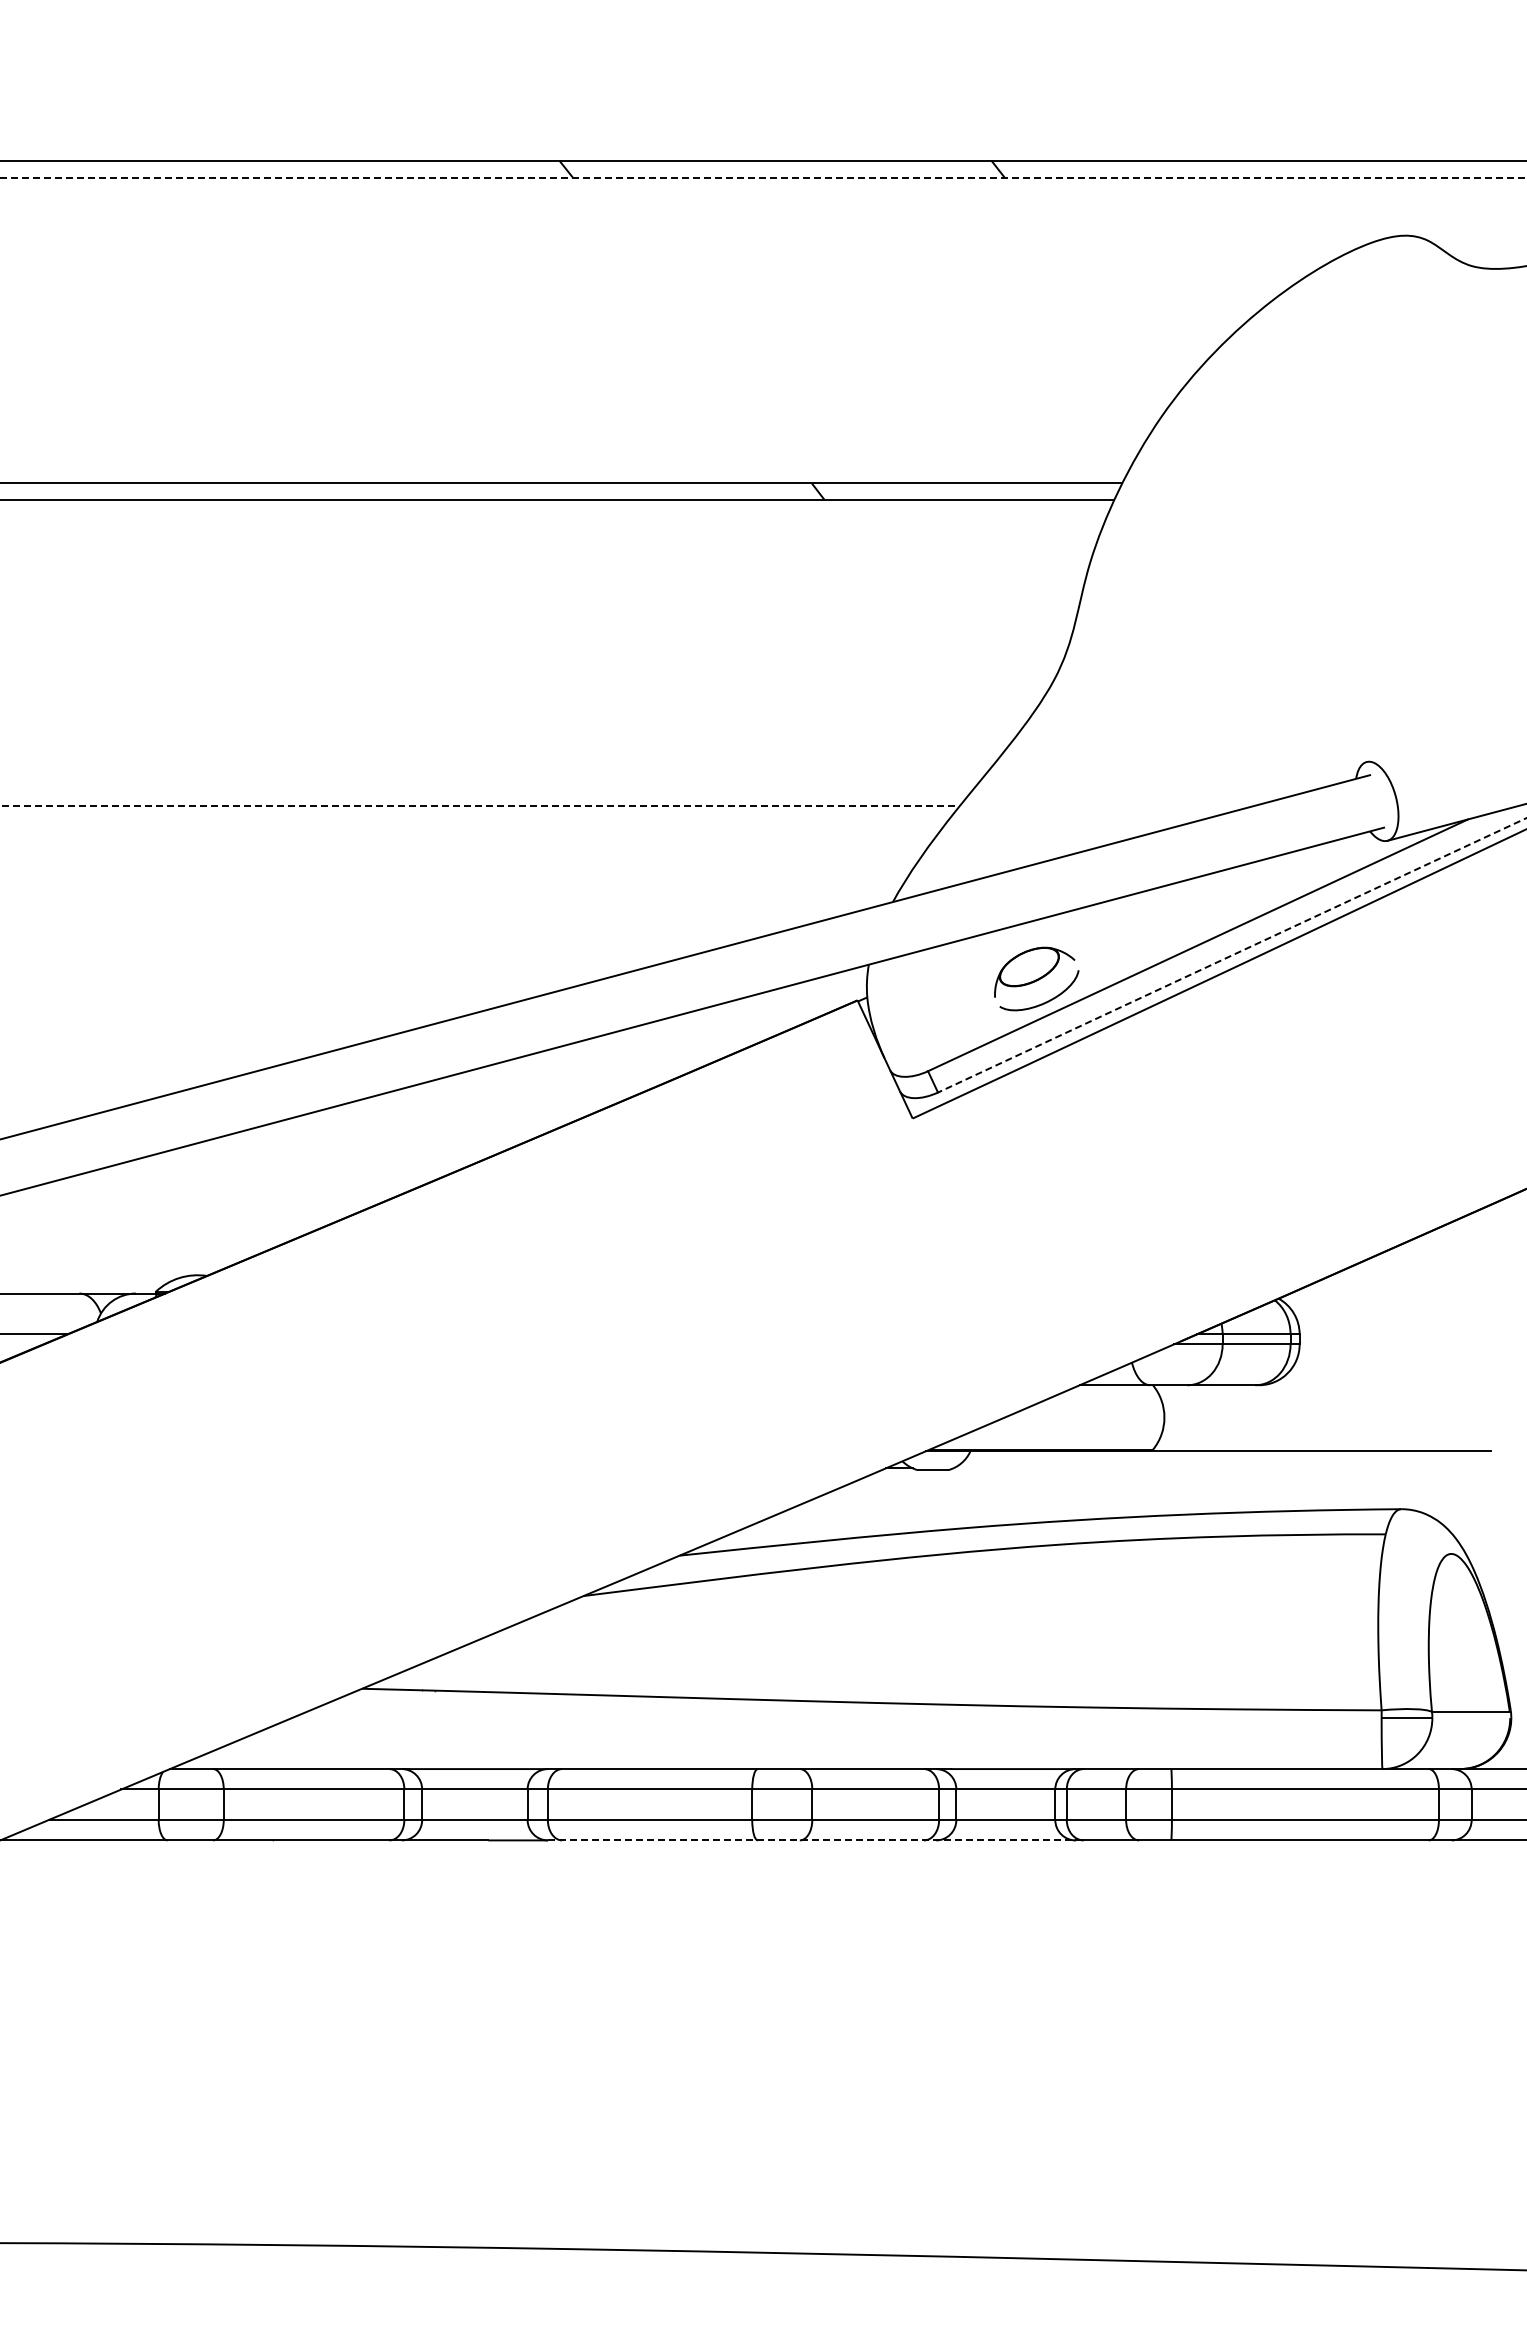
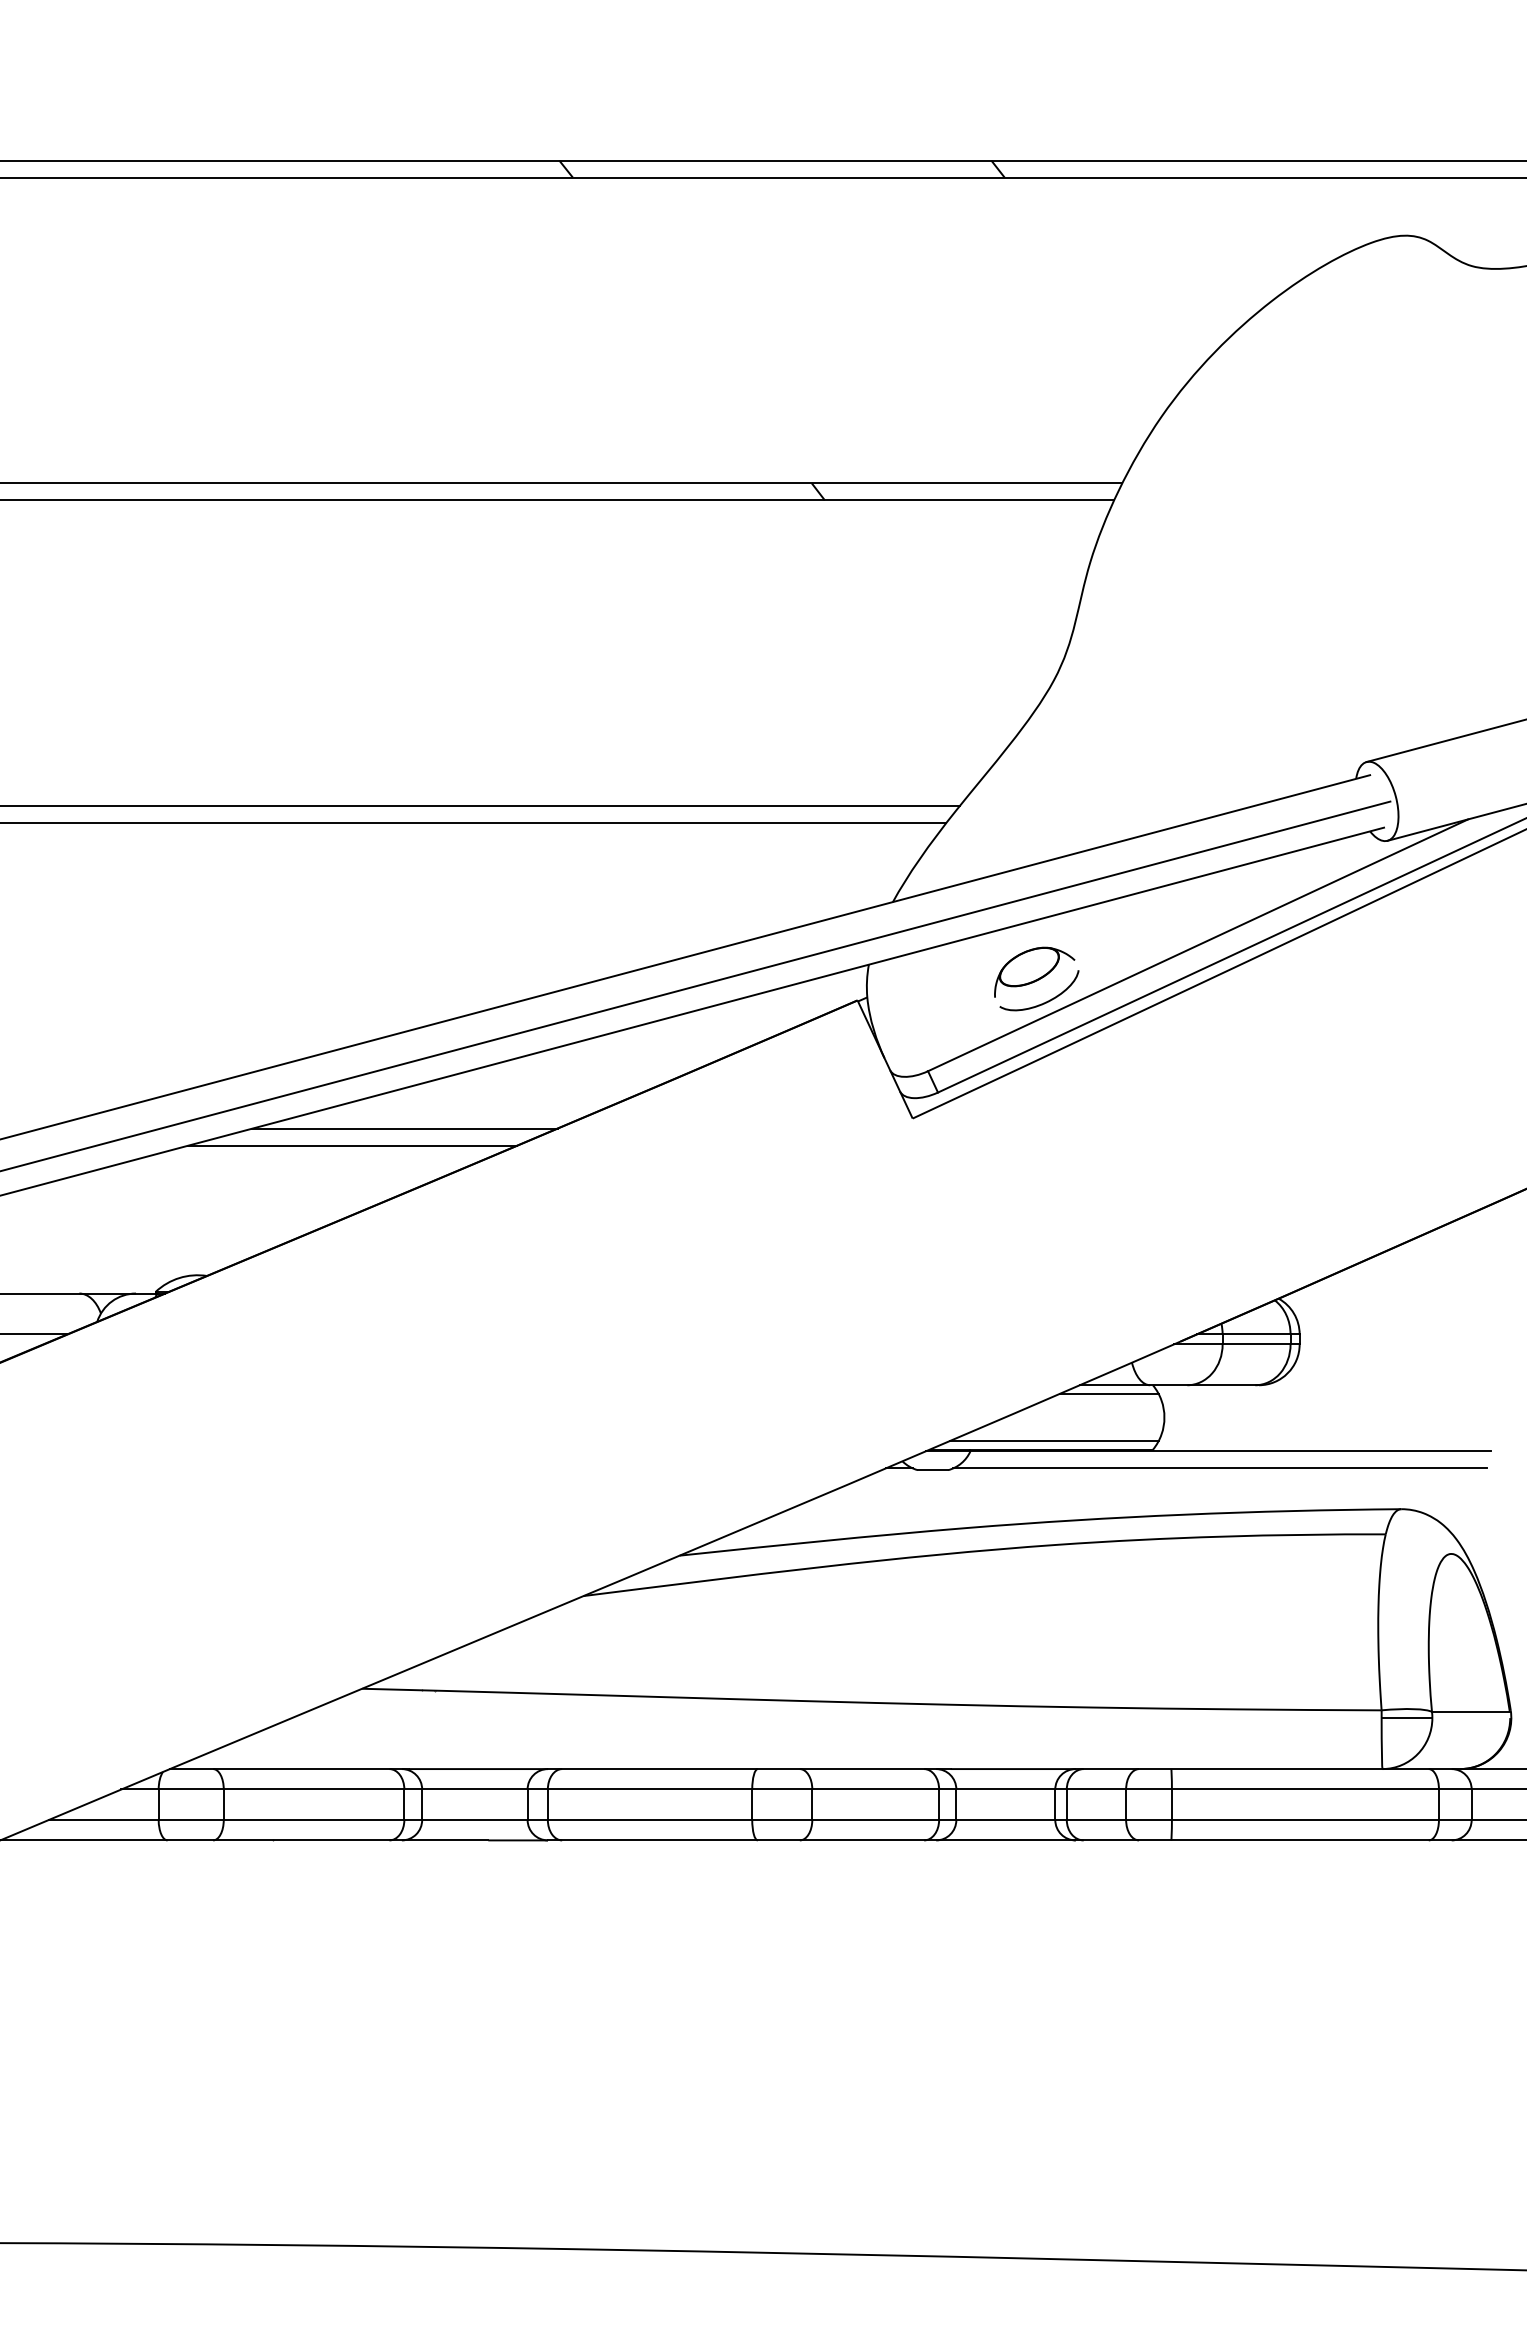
line at (763, 177): dashed -> solid
line at (1444, 741): none -> present
line at (480, 805): dashed -> solid
line at (474, 822): none -> present
line at (1232, 955): dashed -> solid
line at (696, 985): none -> present
line at (404, 1128): none -> present
line at (352, 1145): none -> present
line at (1109, 1393): none -> present
line at (1053, 1441): none -> present
line at (1219, 1468): none -> present
line at (811, 1840): dashed -> solid
